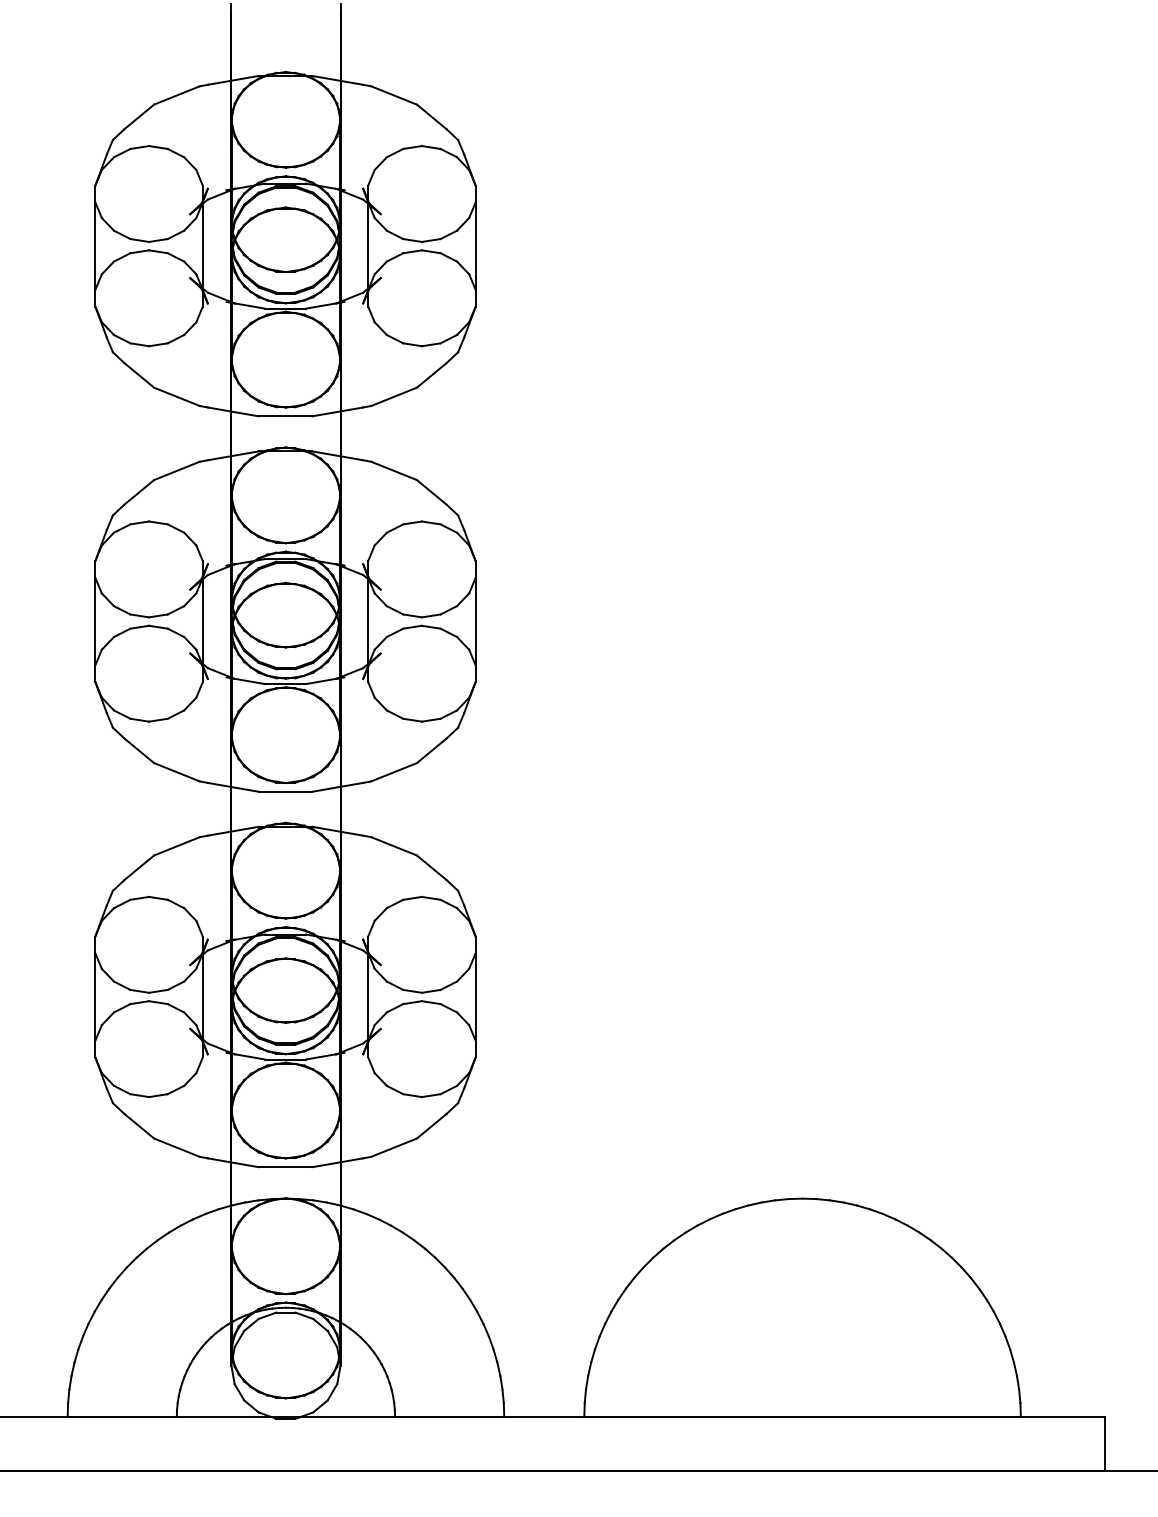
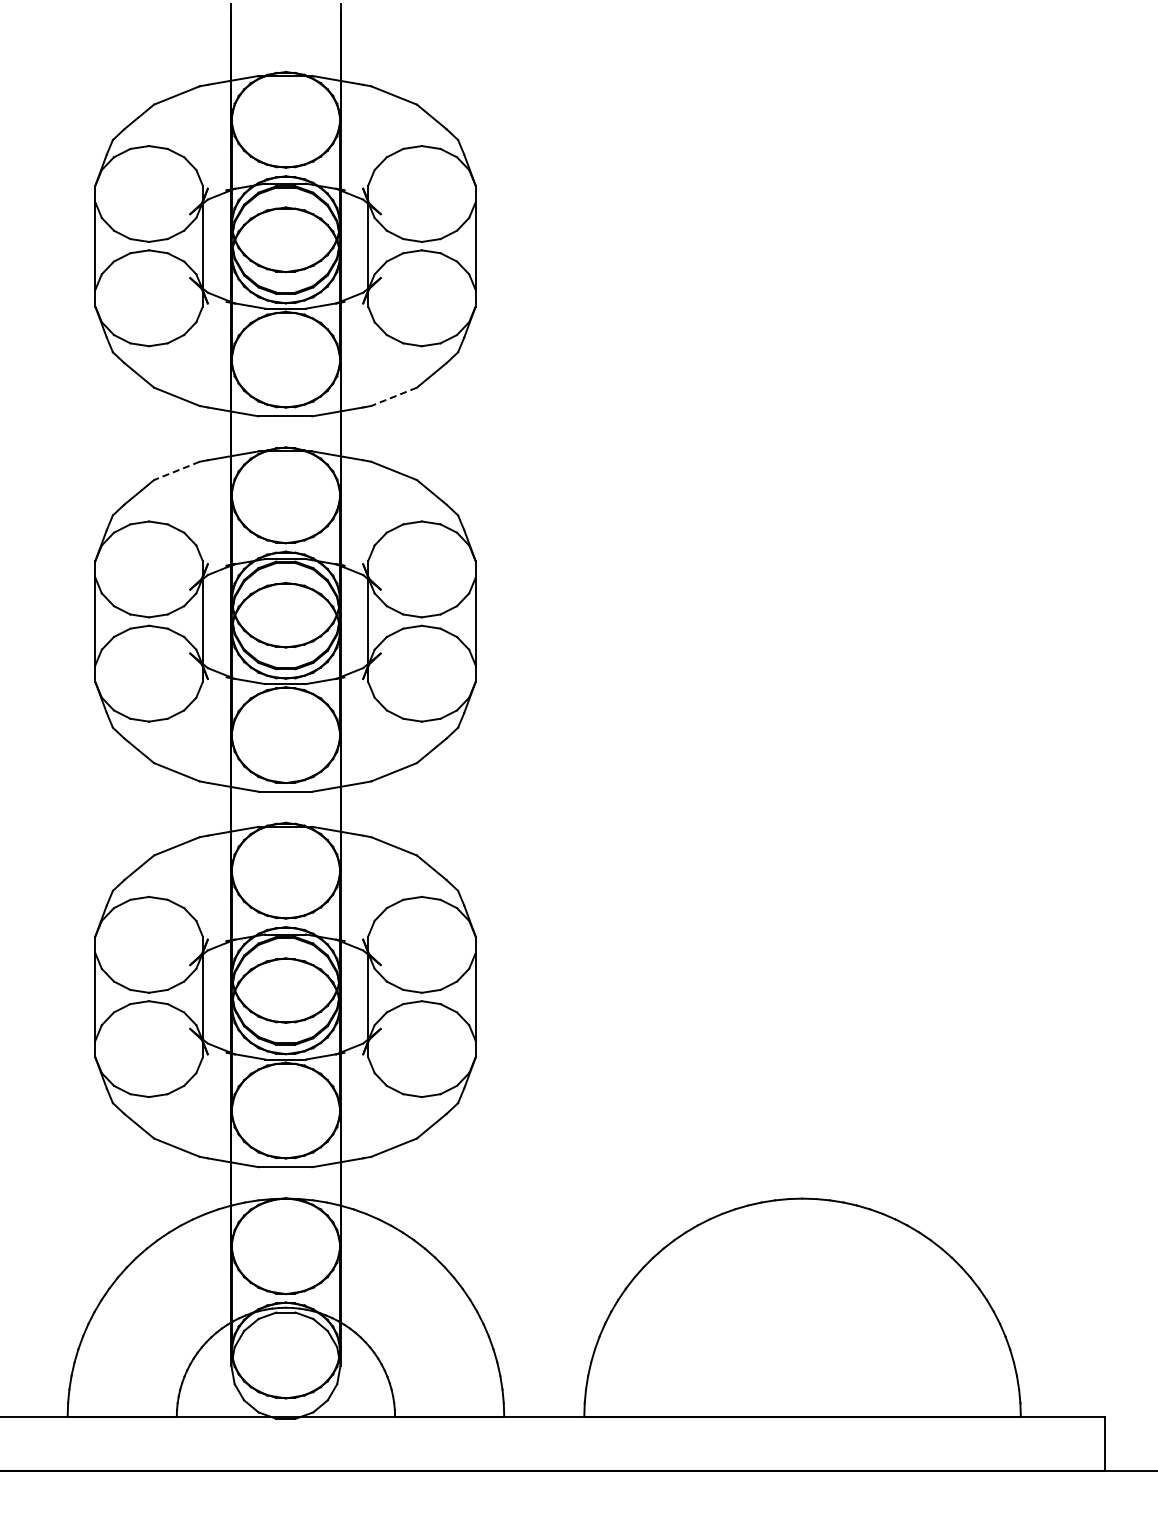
line at (394, 396): solid -> dashed
line at (176, 470): solid -> dashed
